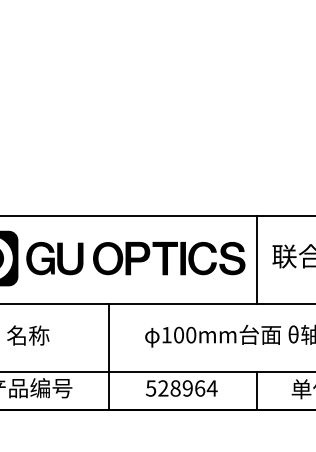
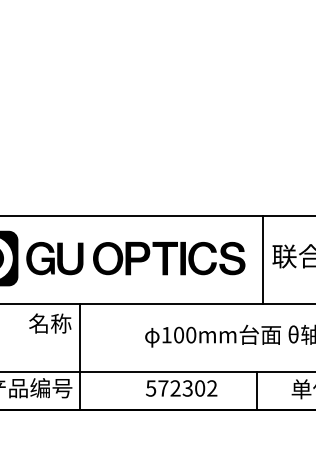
line at (257, 259) position: (257, 259) -> (263, 259)
text at (28, 335) position: (28, 335) -> (50, 323)
line at (109, 356) position: (109, 356) -> (80, 356)
text at (187, 388): 528964 -> 572302
